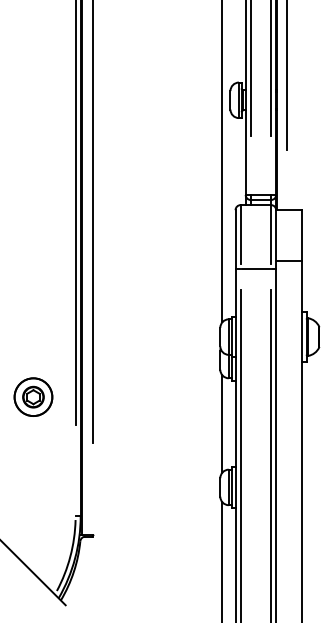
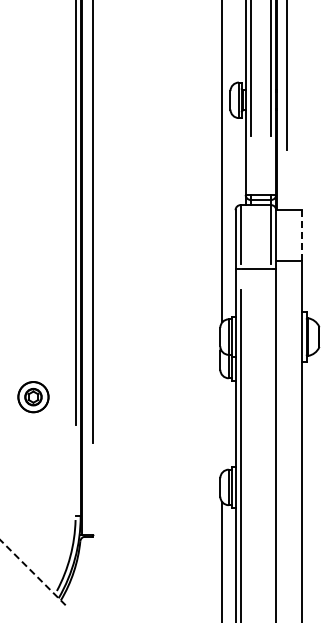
line at (301, 236): solid -> dashed
part at (33, 396) size: 41x40 px -> 33x33 px
line at (222, 423): present -> none
line at (271, 454): present -> none
line at (33, 572): solid -> dashed
